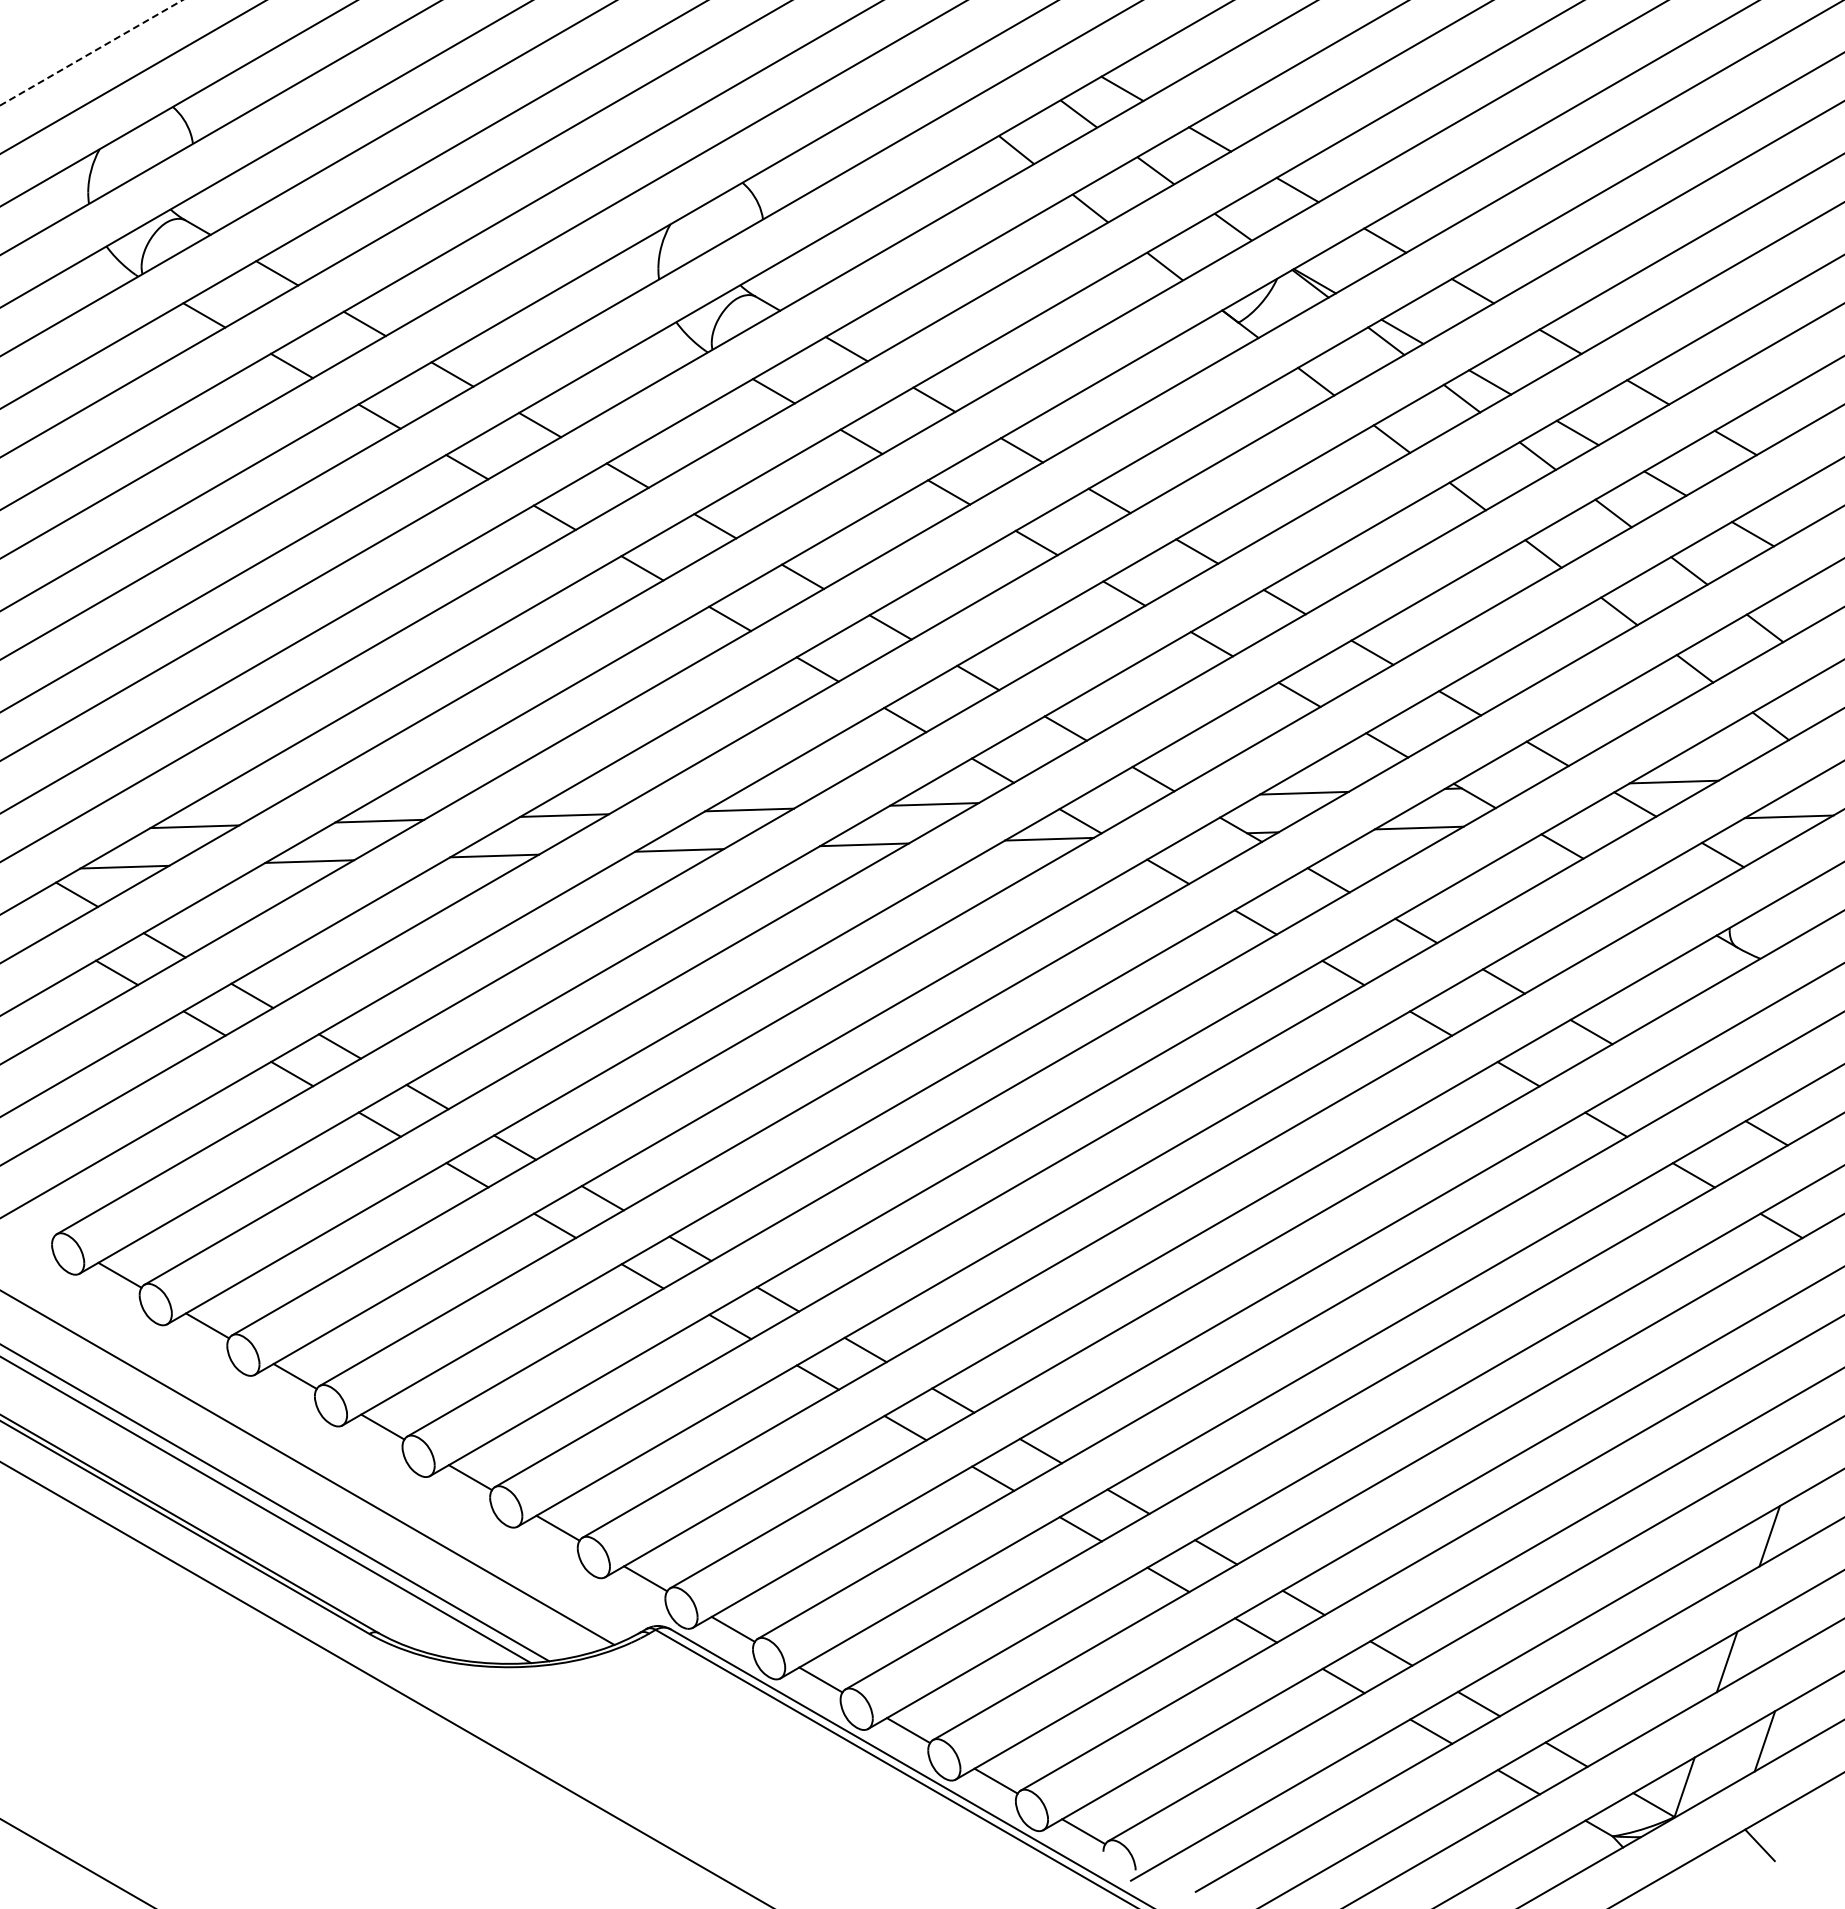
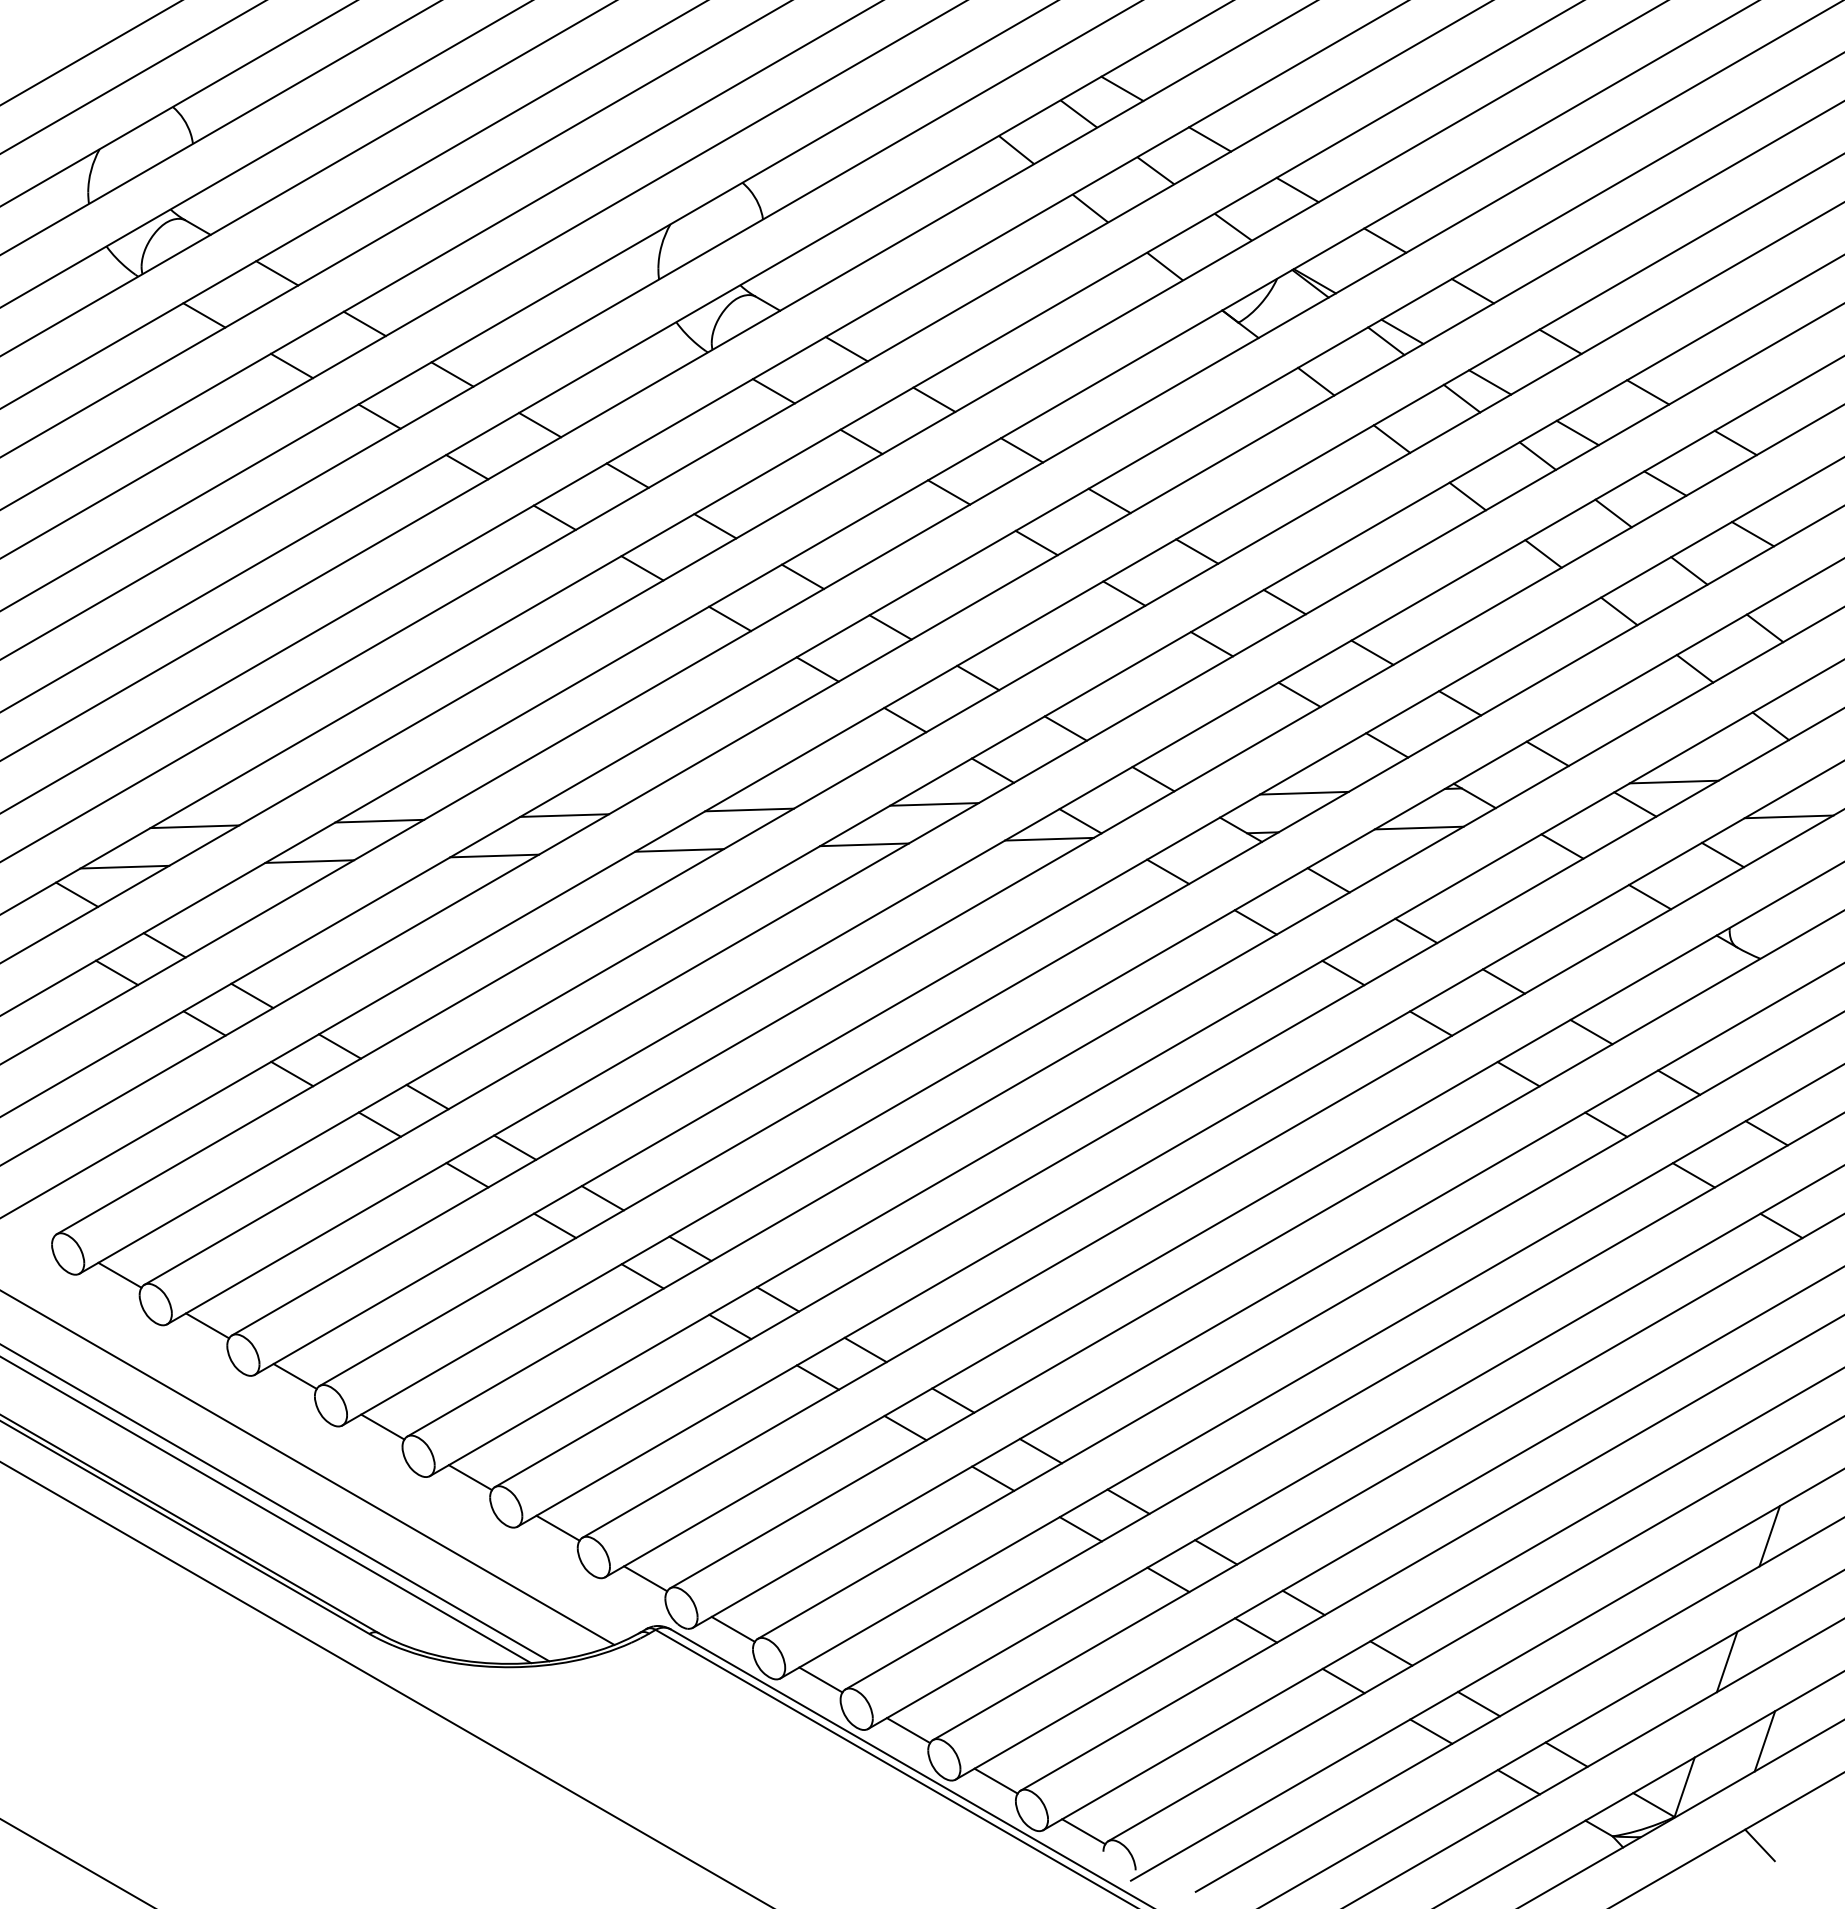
line at (91, 52): dashed -> solid
line at (1650, 897): none -> present
line at (1679, 1082): none -> present
